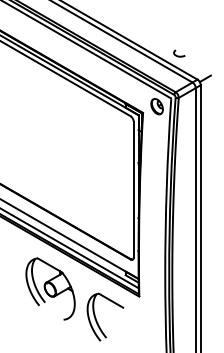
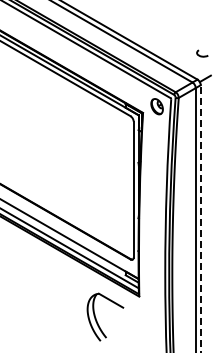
curve at (179, 55) position: (179, 55) -> (202, 55)
line at (200, 219): solid -> dashed
part at (50, 288): present -> none
